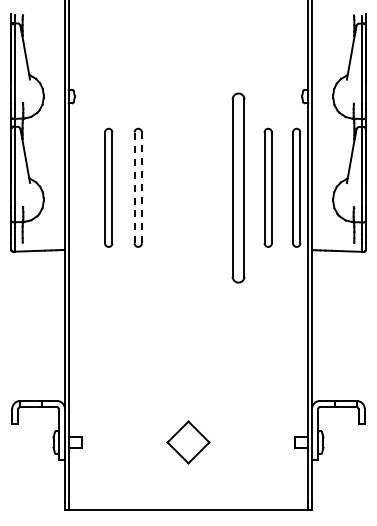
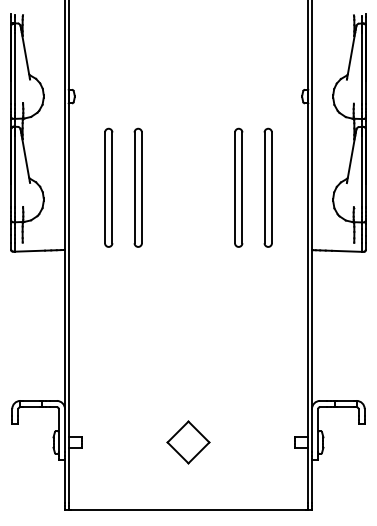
line at (134, 187): dashed -> solid
part at (238, 187) size: 15x192 px -> 10x121 px
part at (296, 187): present -> none
line at (141, 188): dashed -> solid
